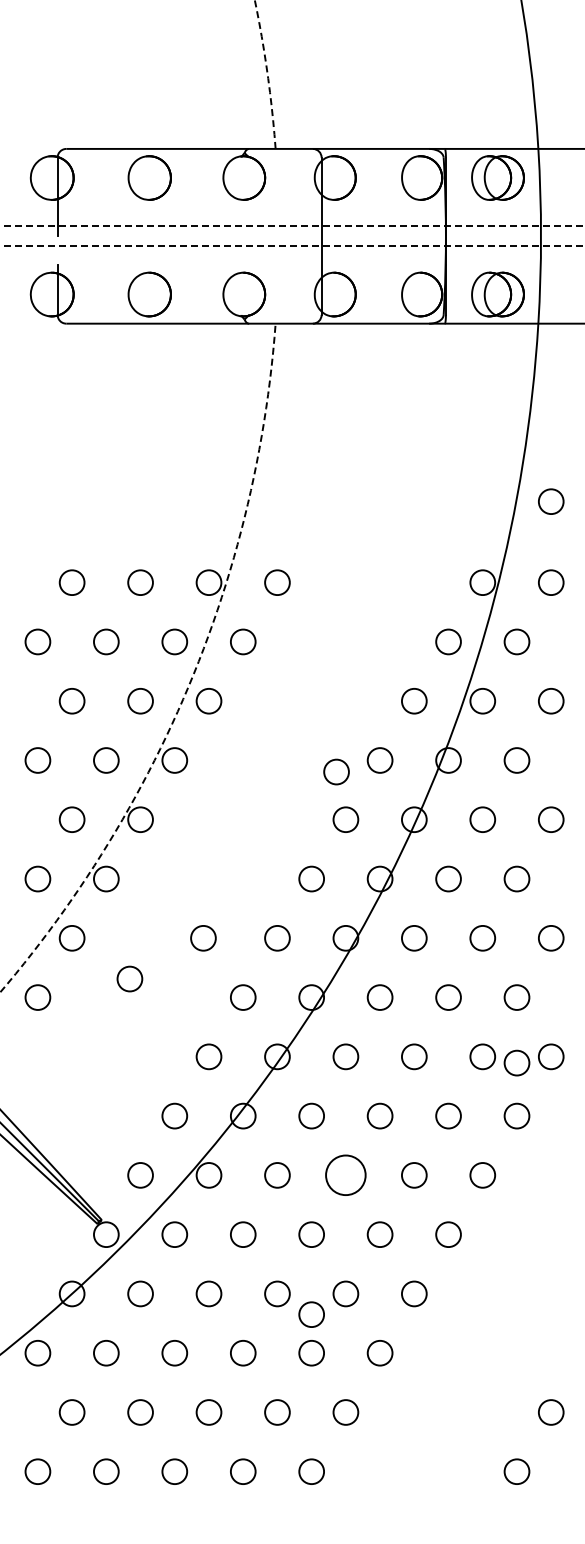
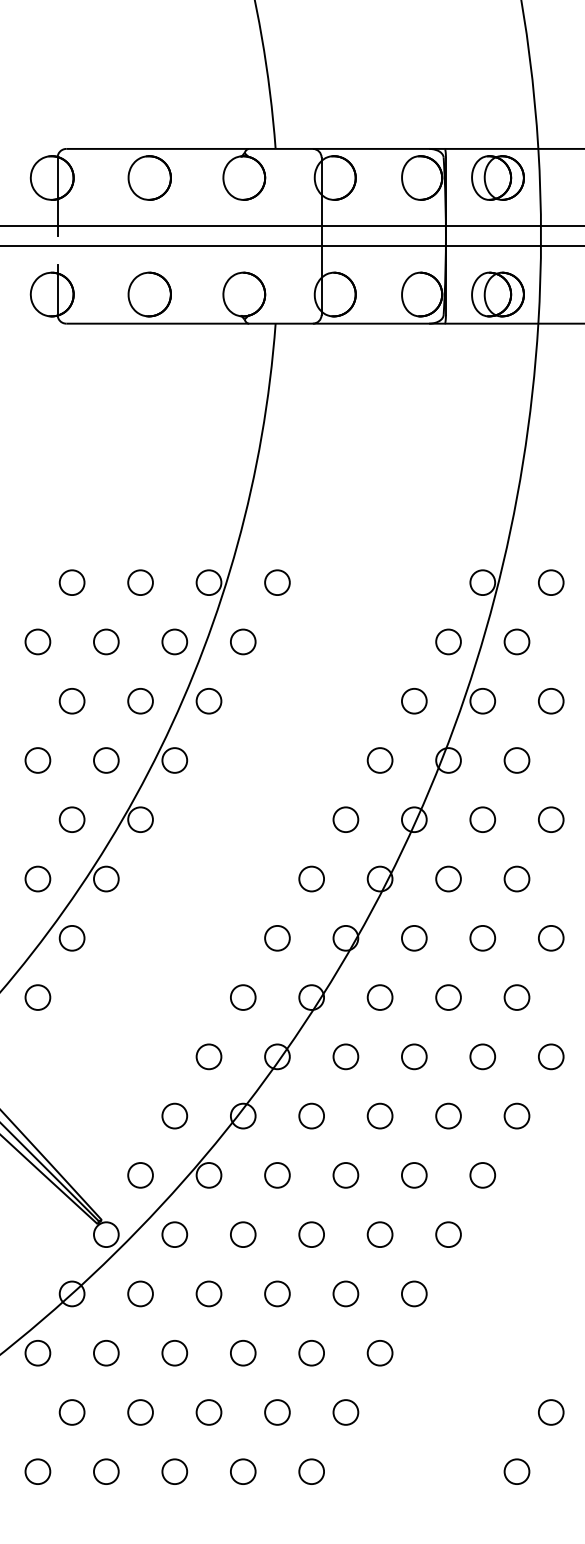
arc at (267, 74): dashed -> solid
line at (292, 226): dashed -> solid
line at (292, 246): dashed -> solid
circle at (551, 501): present -> none
arc at (191, 678): dashed -> solid
circle at (336, 771): present -> none
circle at (203, 938): present -> none
circle at (129, 978): present -> none
circle at (516, 1062): present -> none
circle at (345, 1174) size: 42x42 px -> 28x27 px
circle at (311, 1314): present -> none
